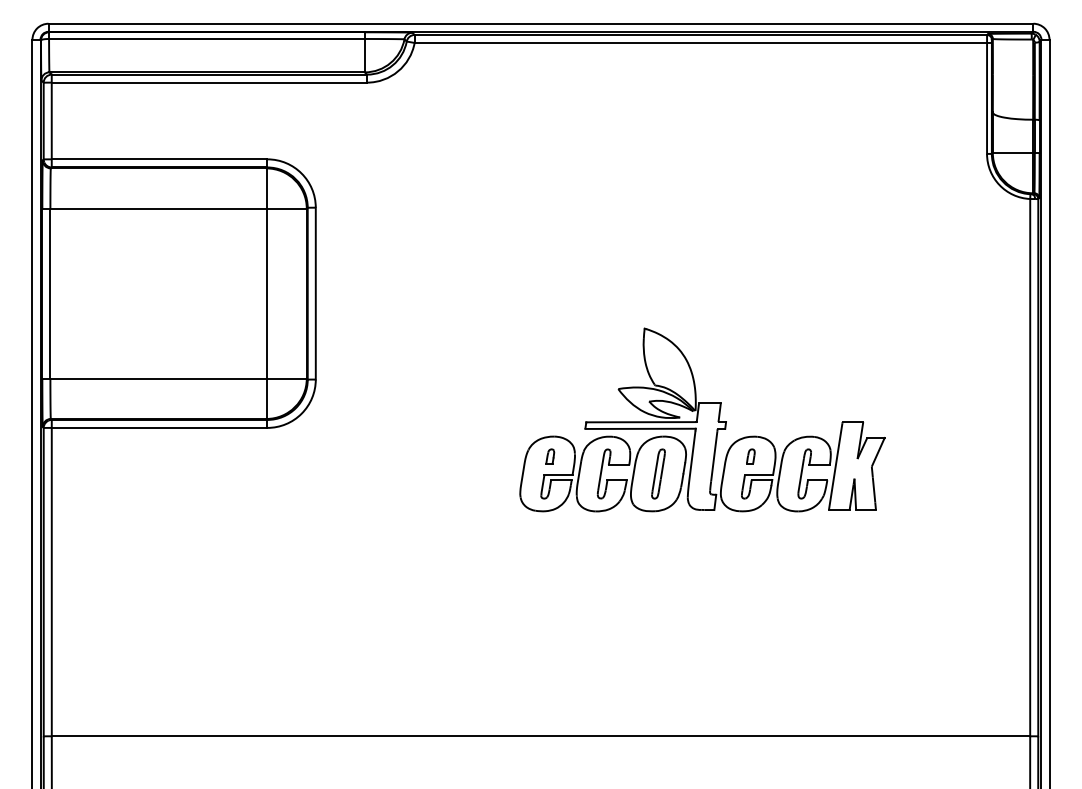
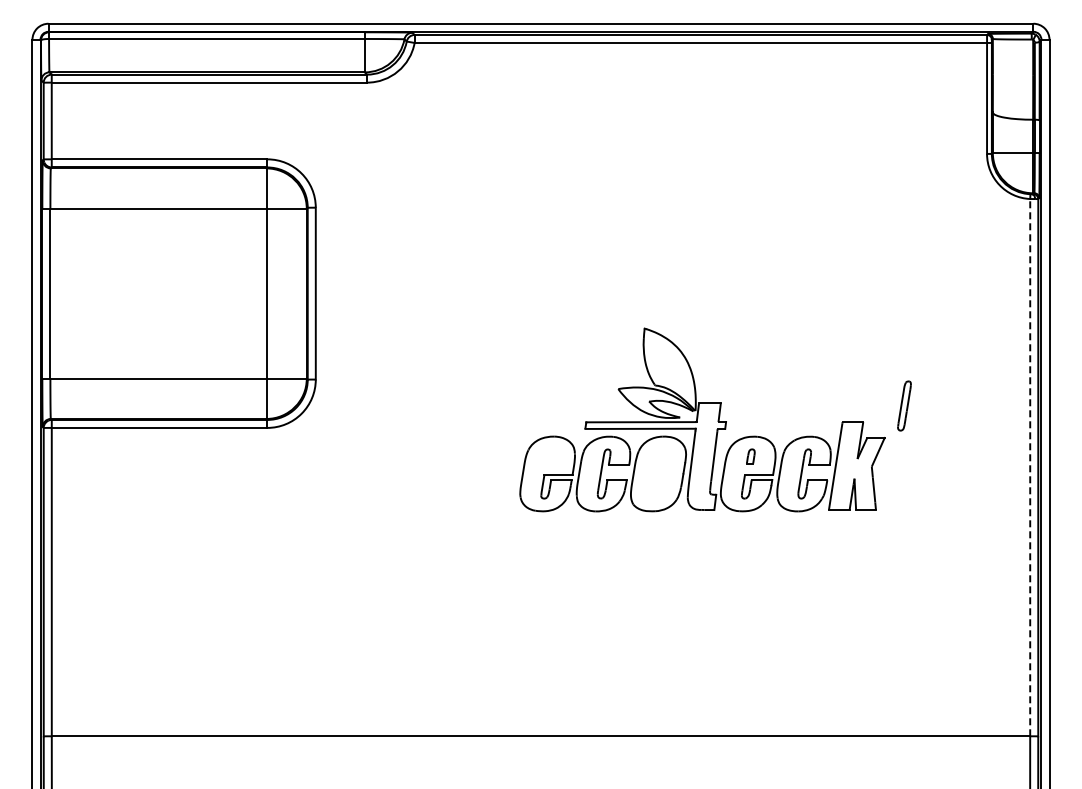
part at (550, 456): present -> none
line at (1030, 467): solid -> dashed
part at (658, 473) position: (658, 473) -> (904, 405)
